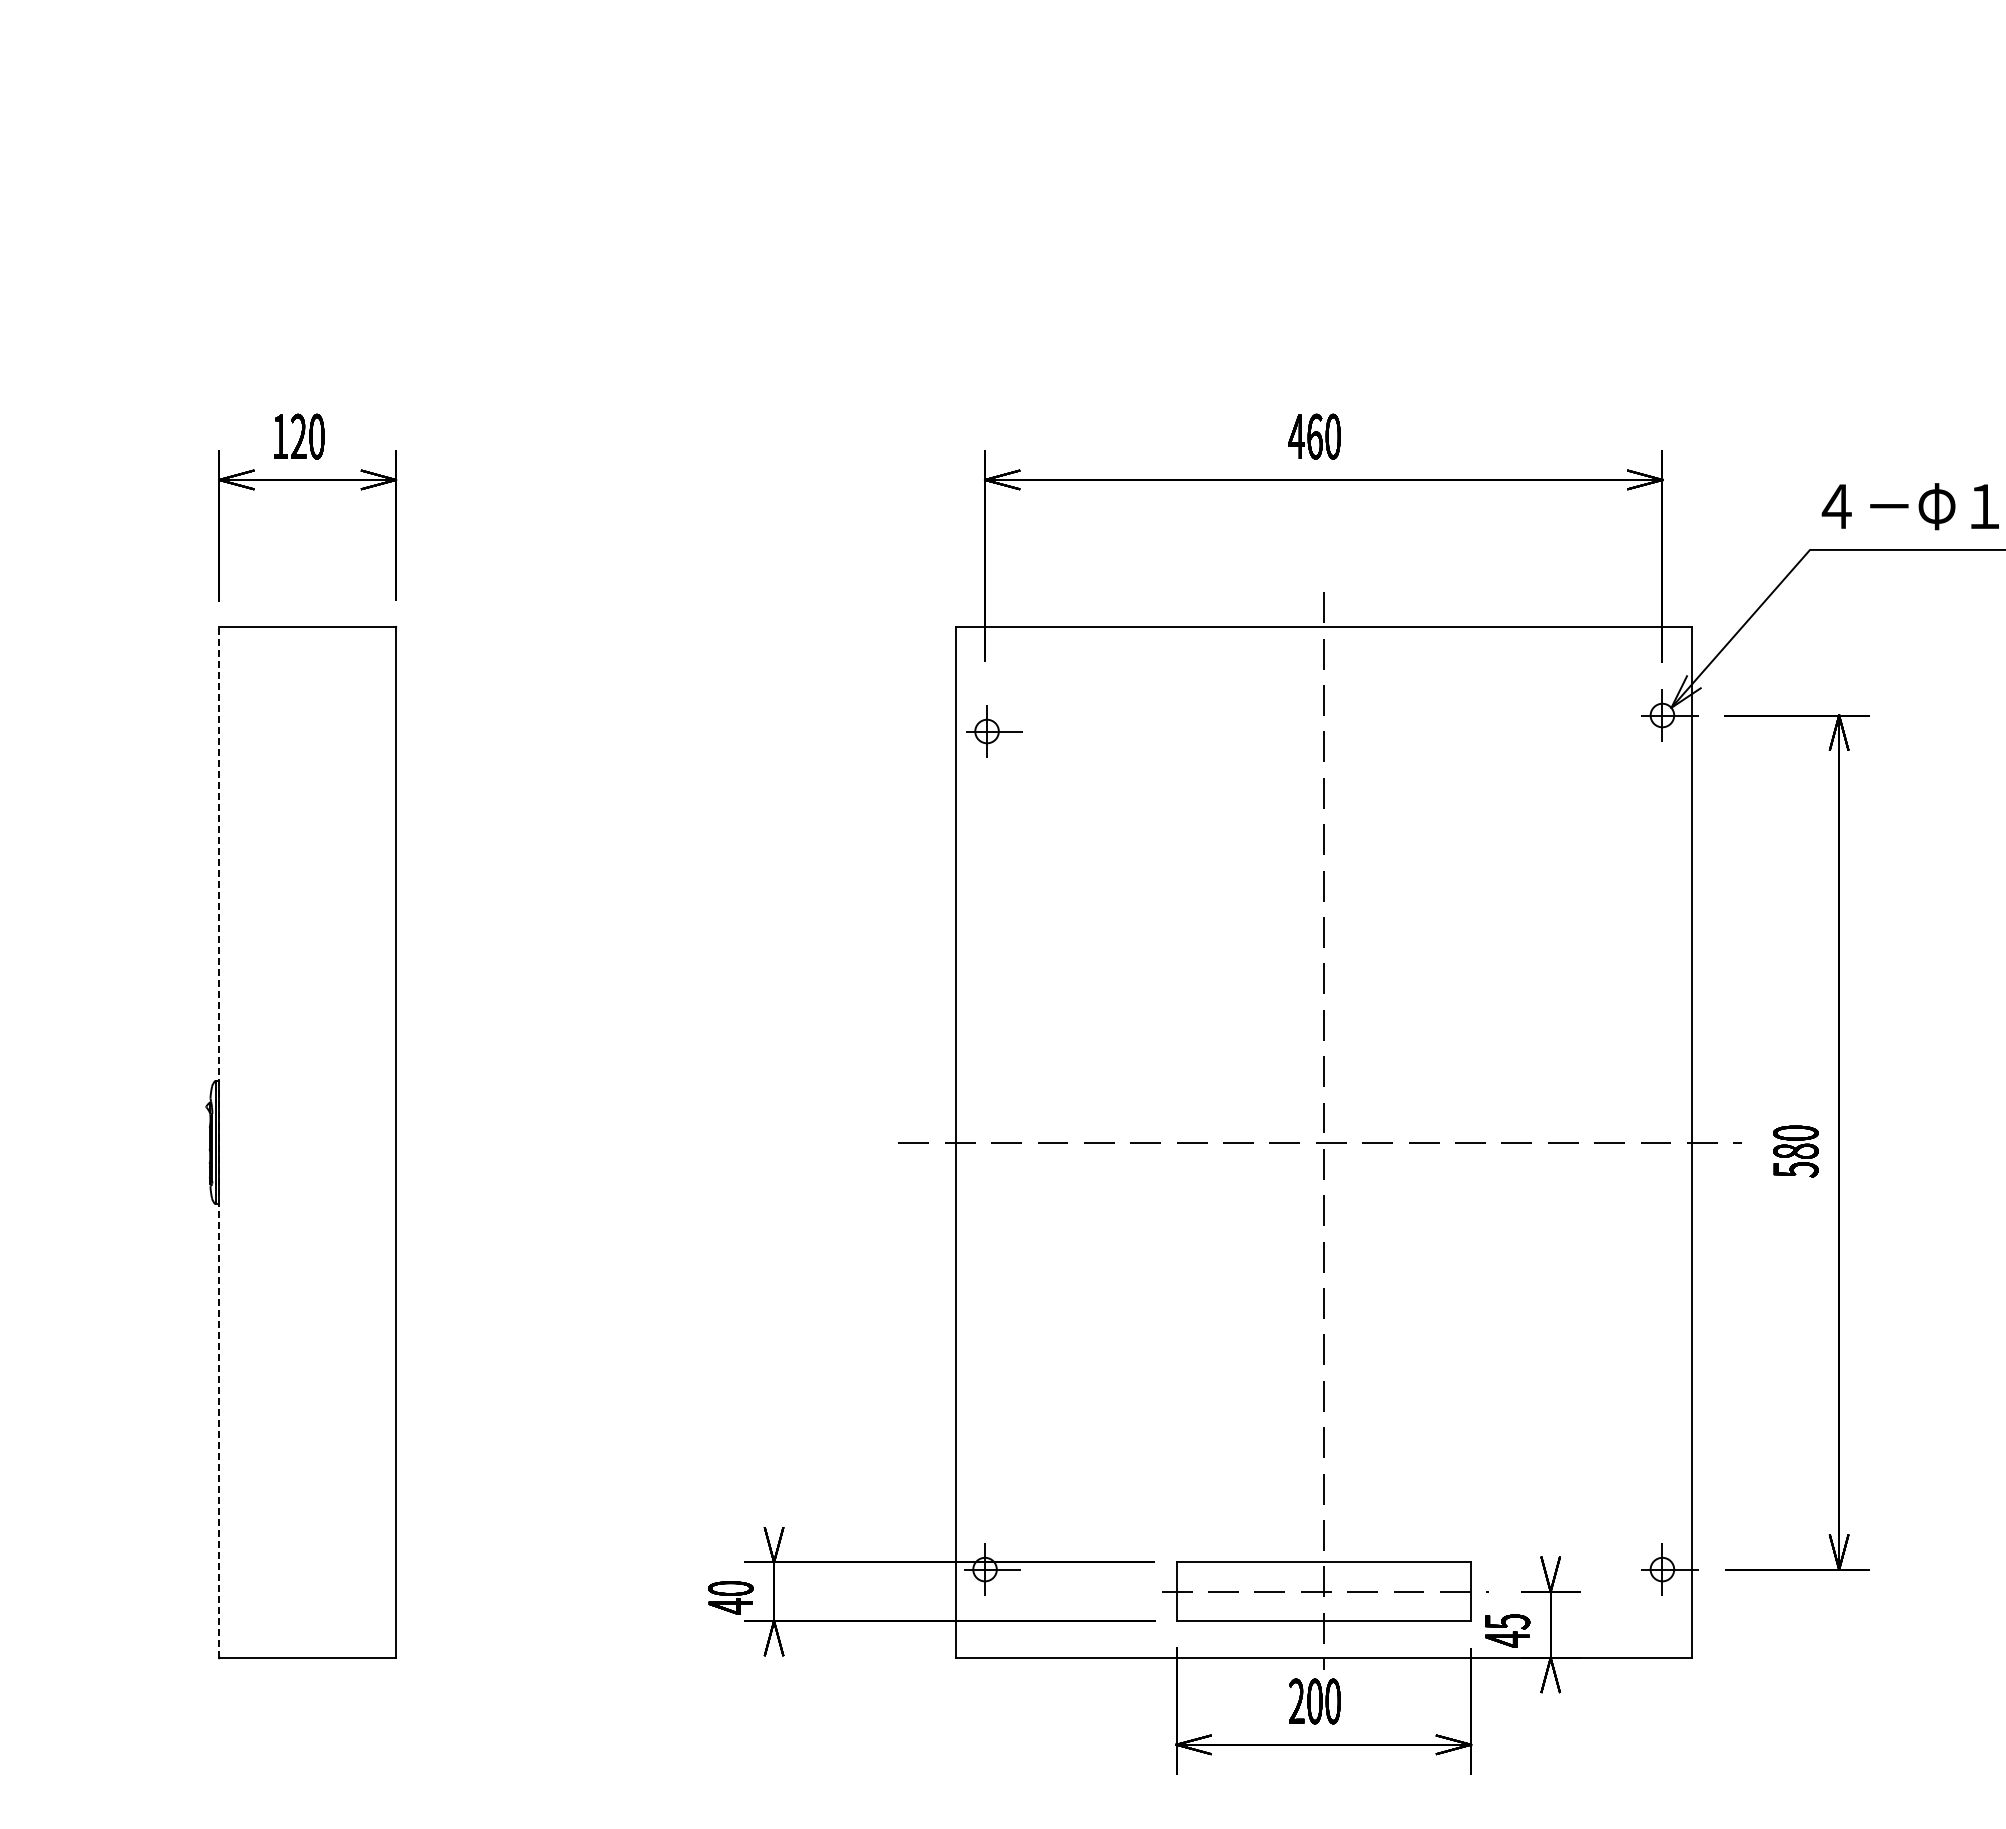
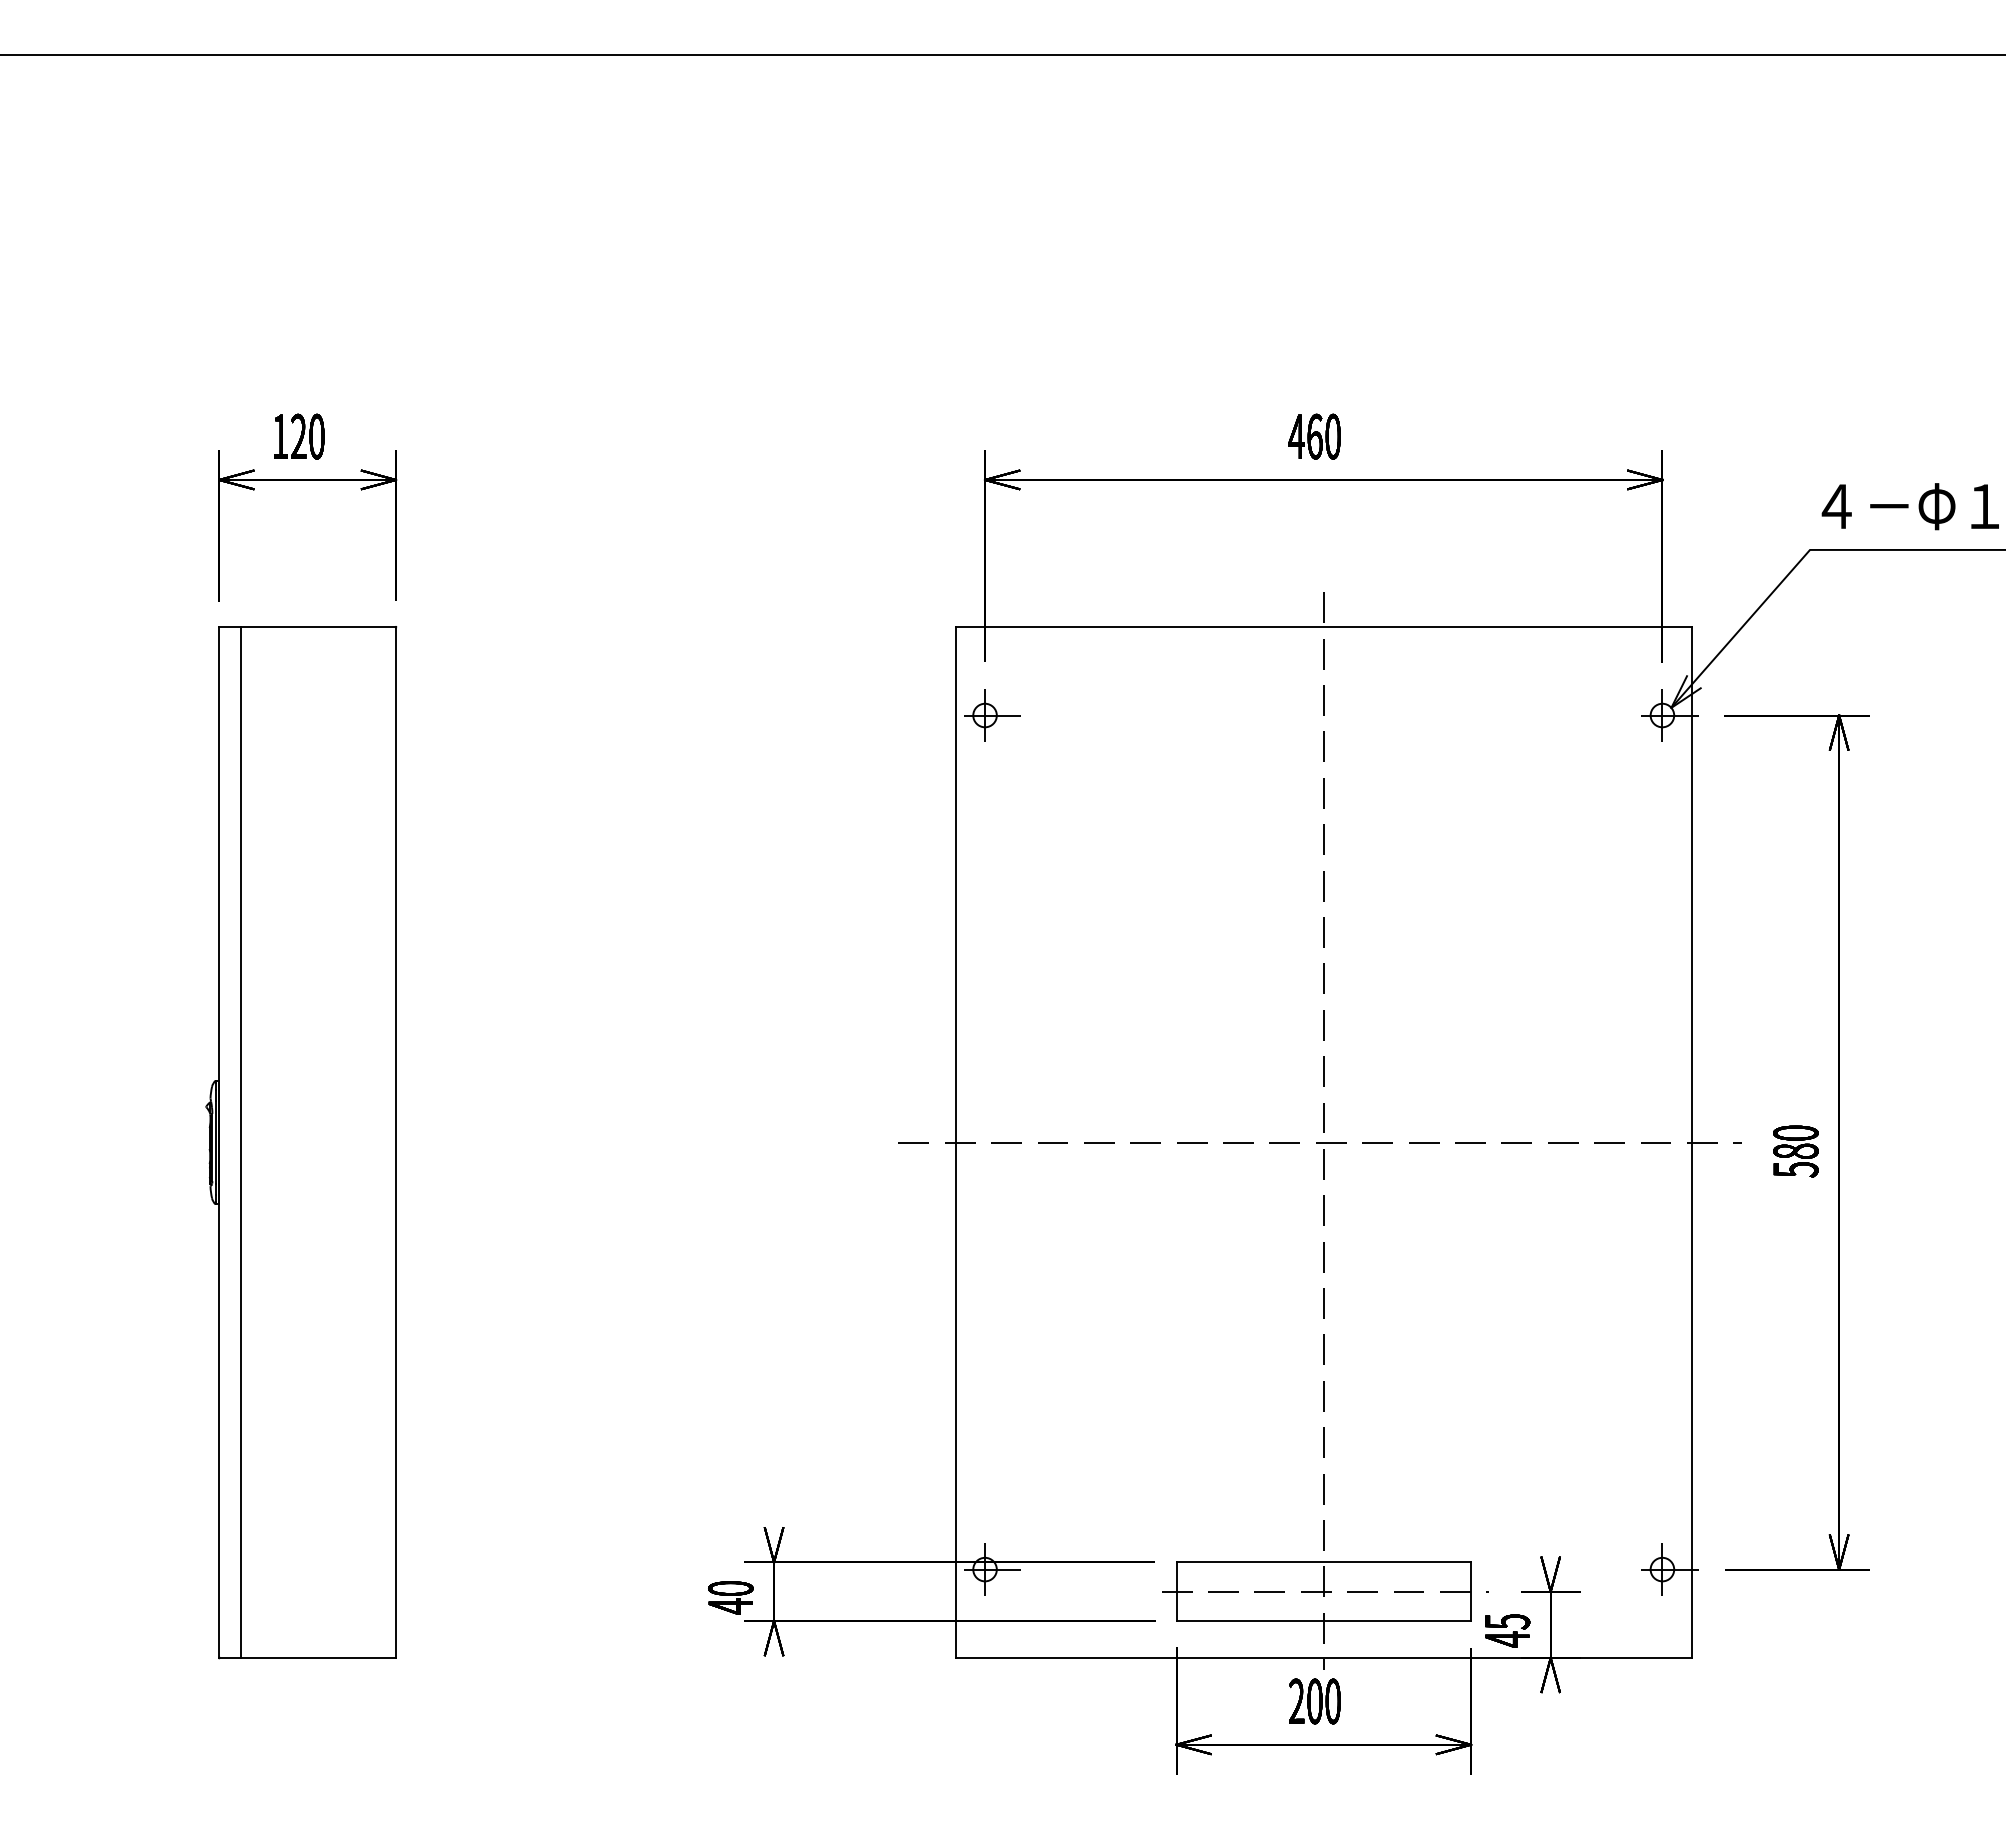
line at (1002, 54): none -> present
part at (994, 731) position: (994, 731) -> (992, 715)
line at (219, 1142): dashed -> solid
line at (241, 1142): none -> present
